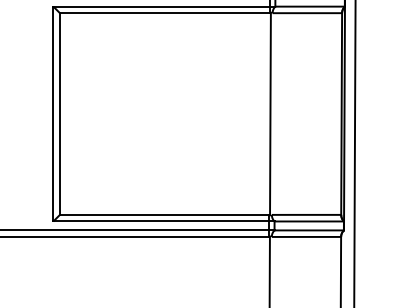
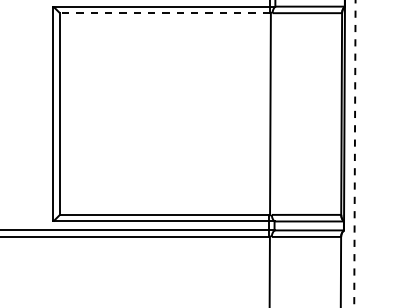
line at (164, 13): solid -> dashed
line at (354, 153): solid -> dashed
